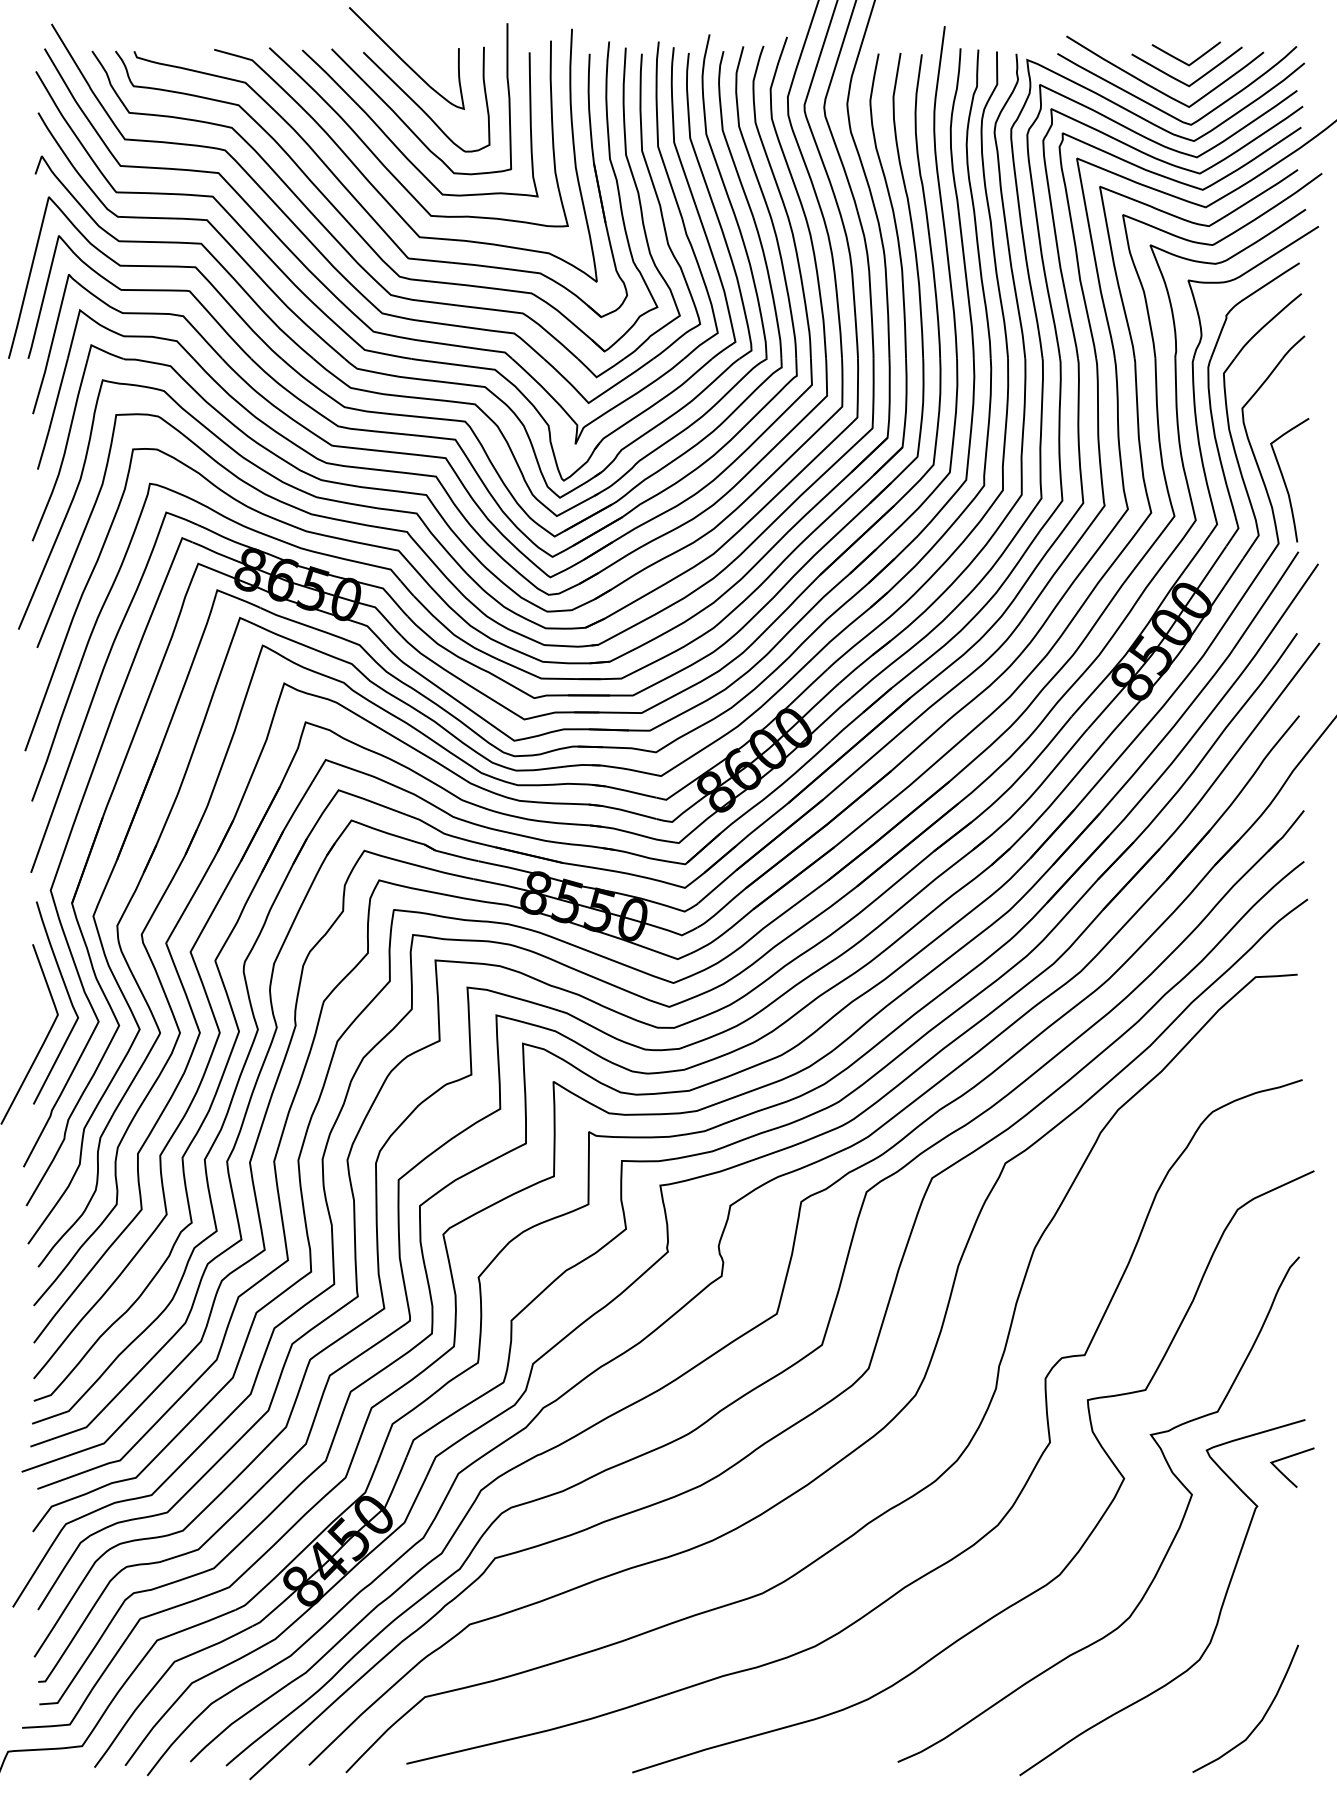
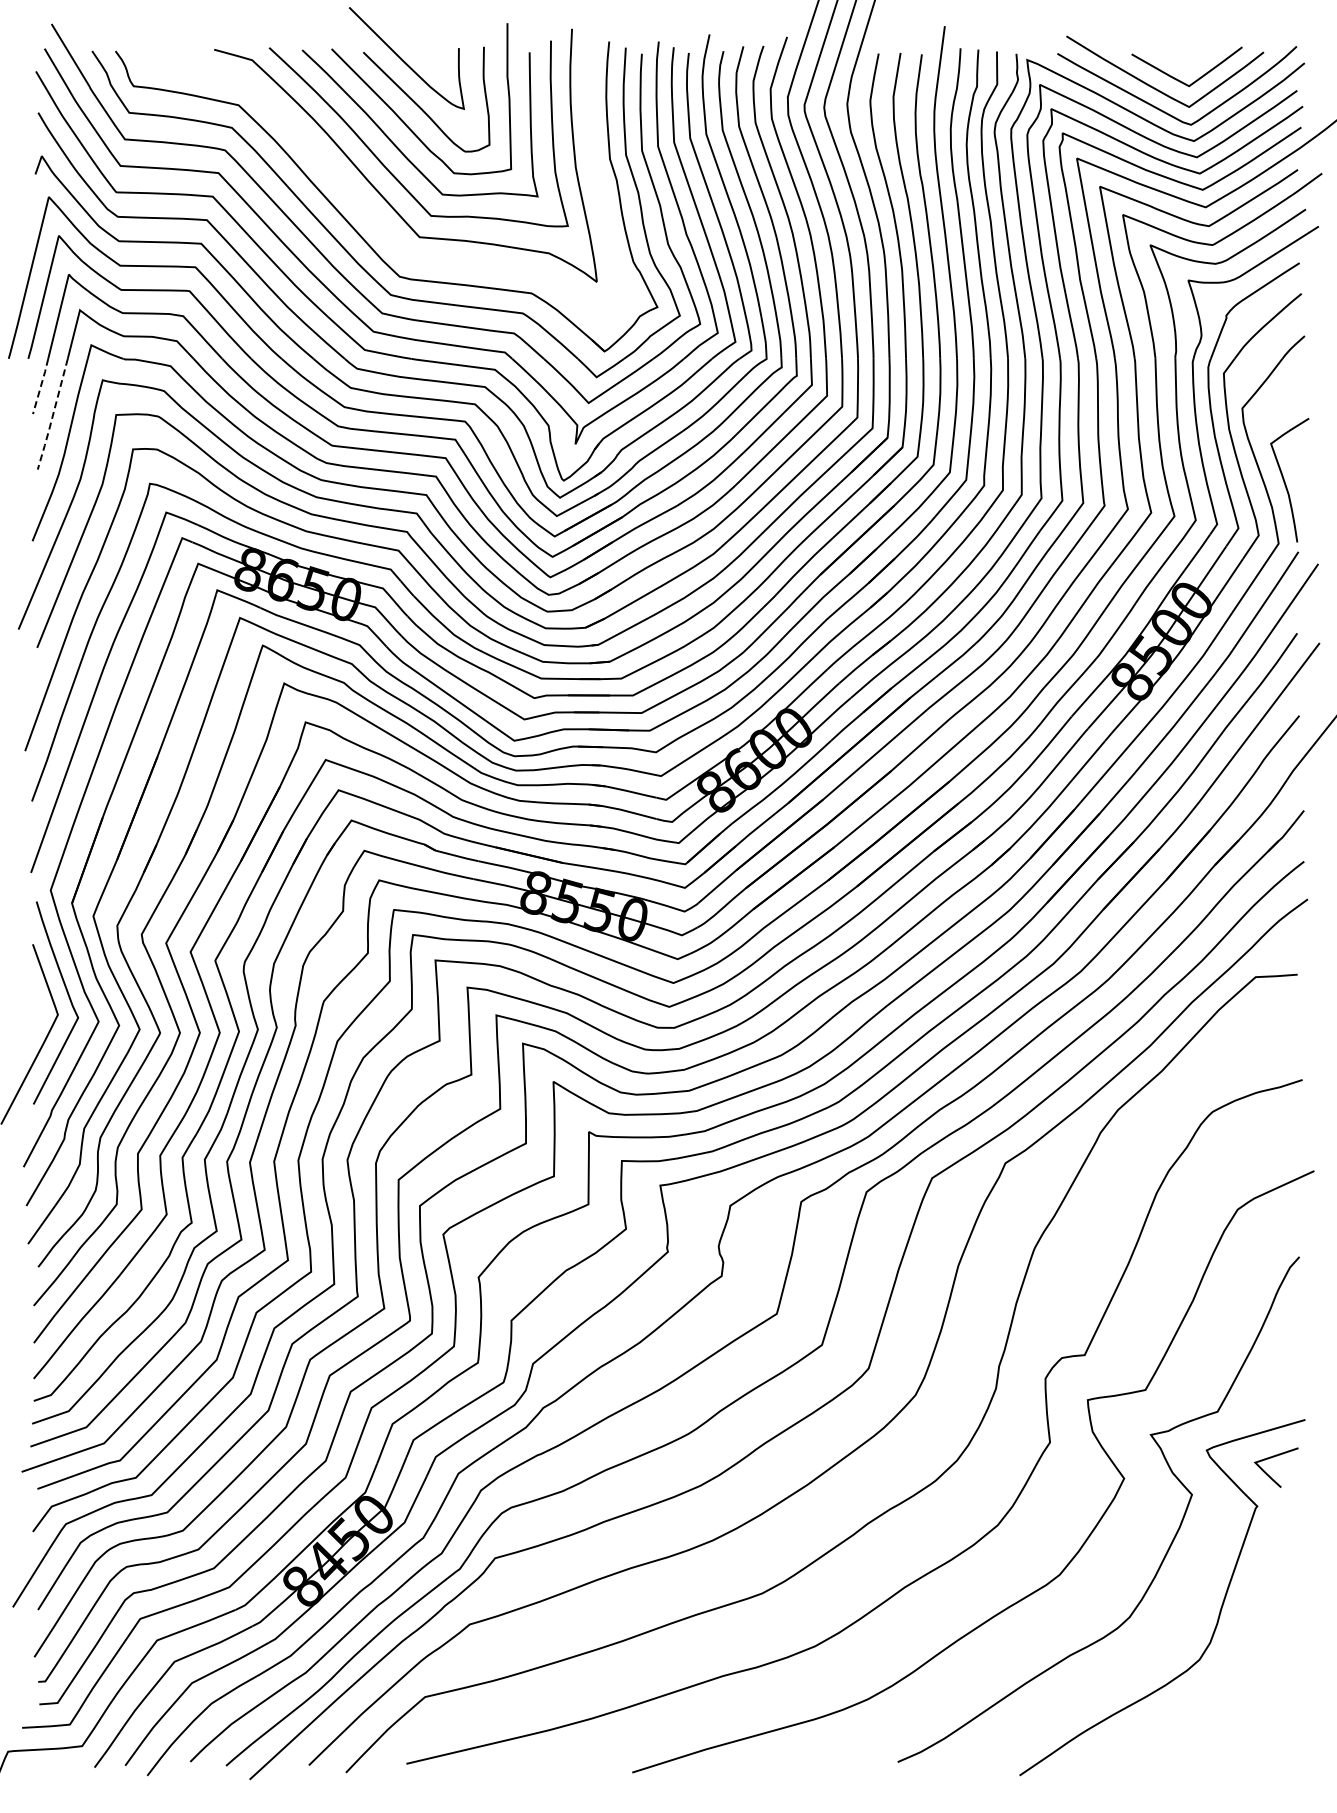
curve at (1182, 60): present -> none
part at (357, 199): present -> none
line at (41, 385): solid -> dashed
line at (52, 416): solid -> dashed
line at (1290, 1457) position: (1290, 1457) -> (1274, 1457)
curve at (1261, 1718): present -> none
